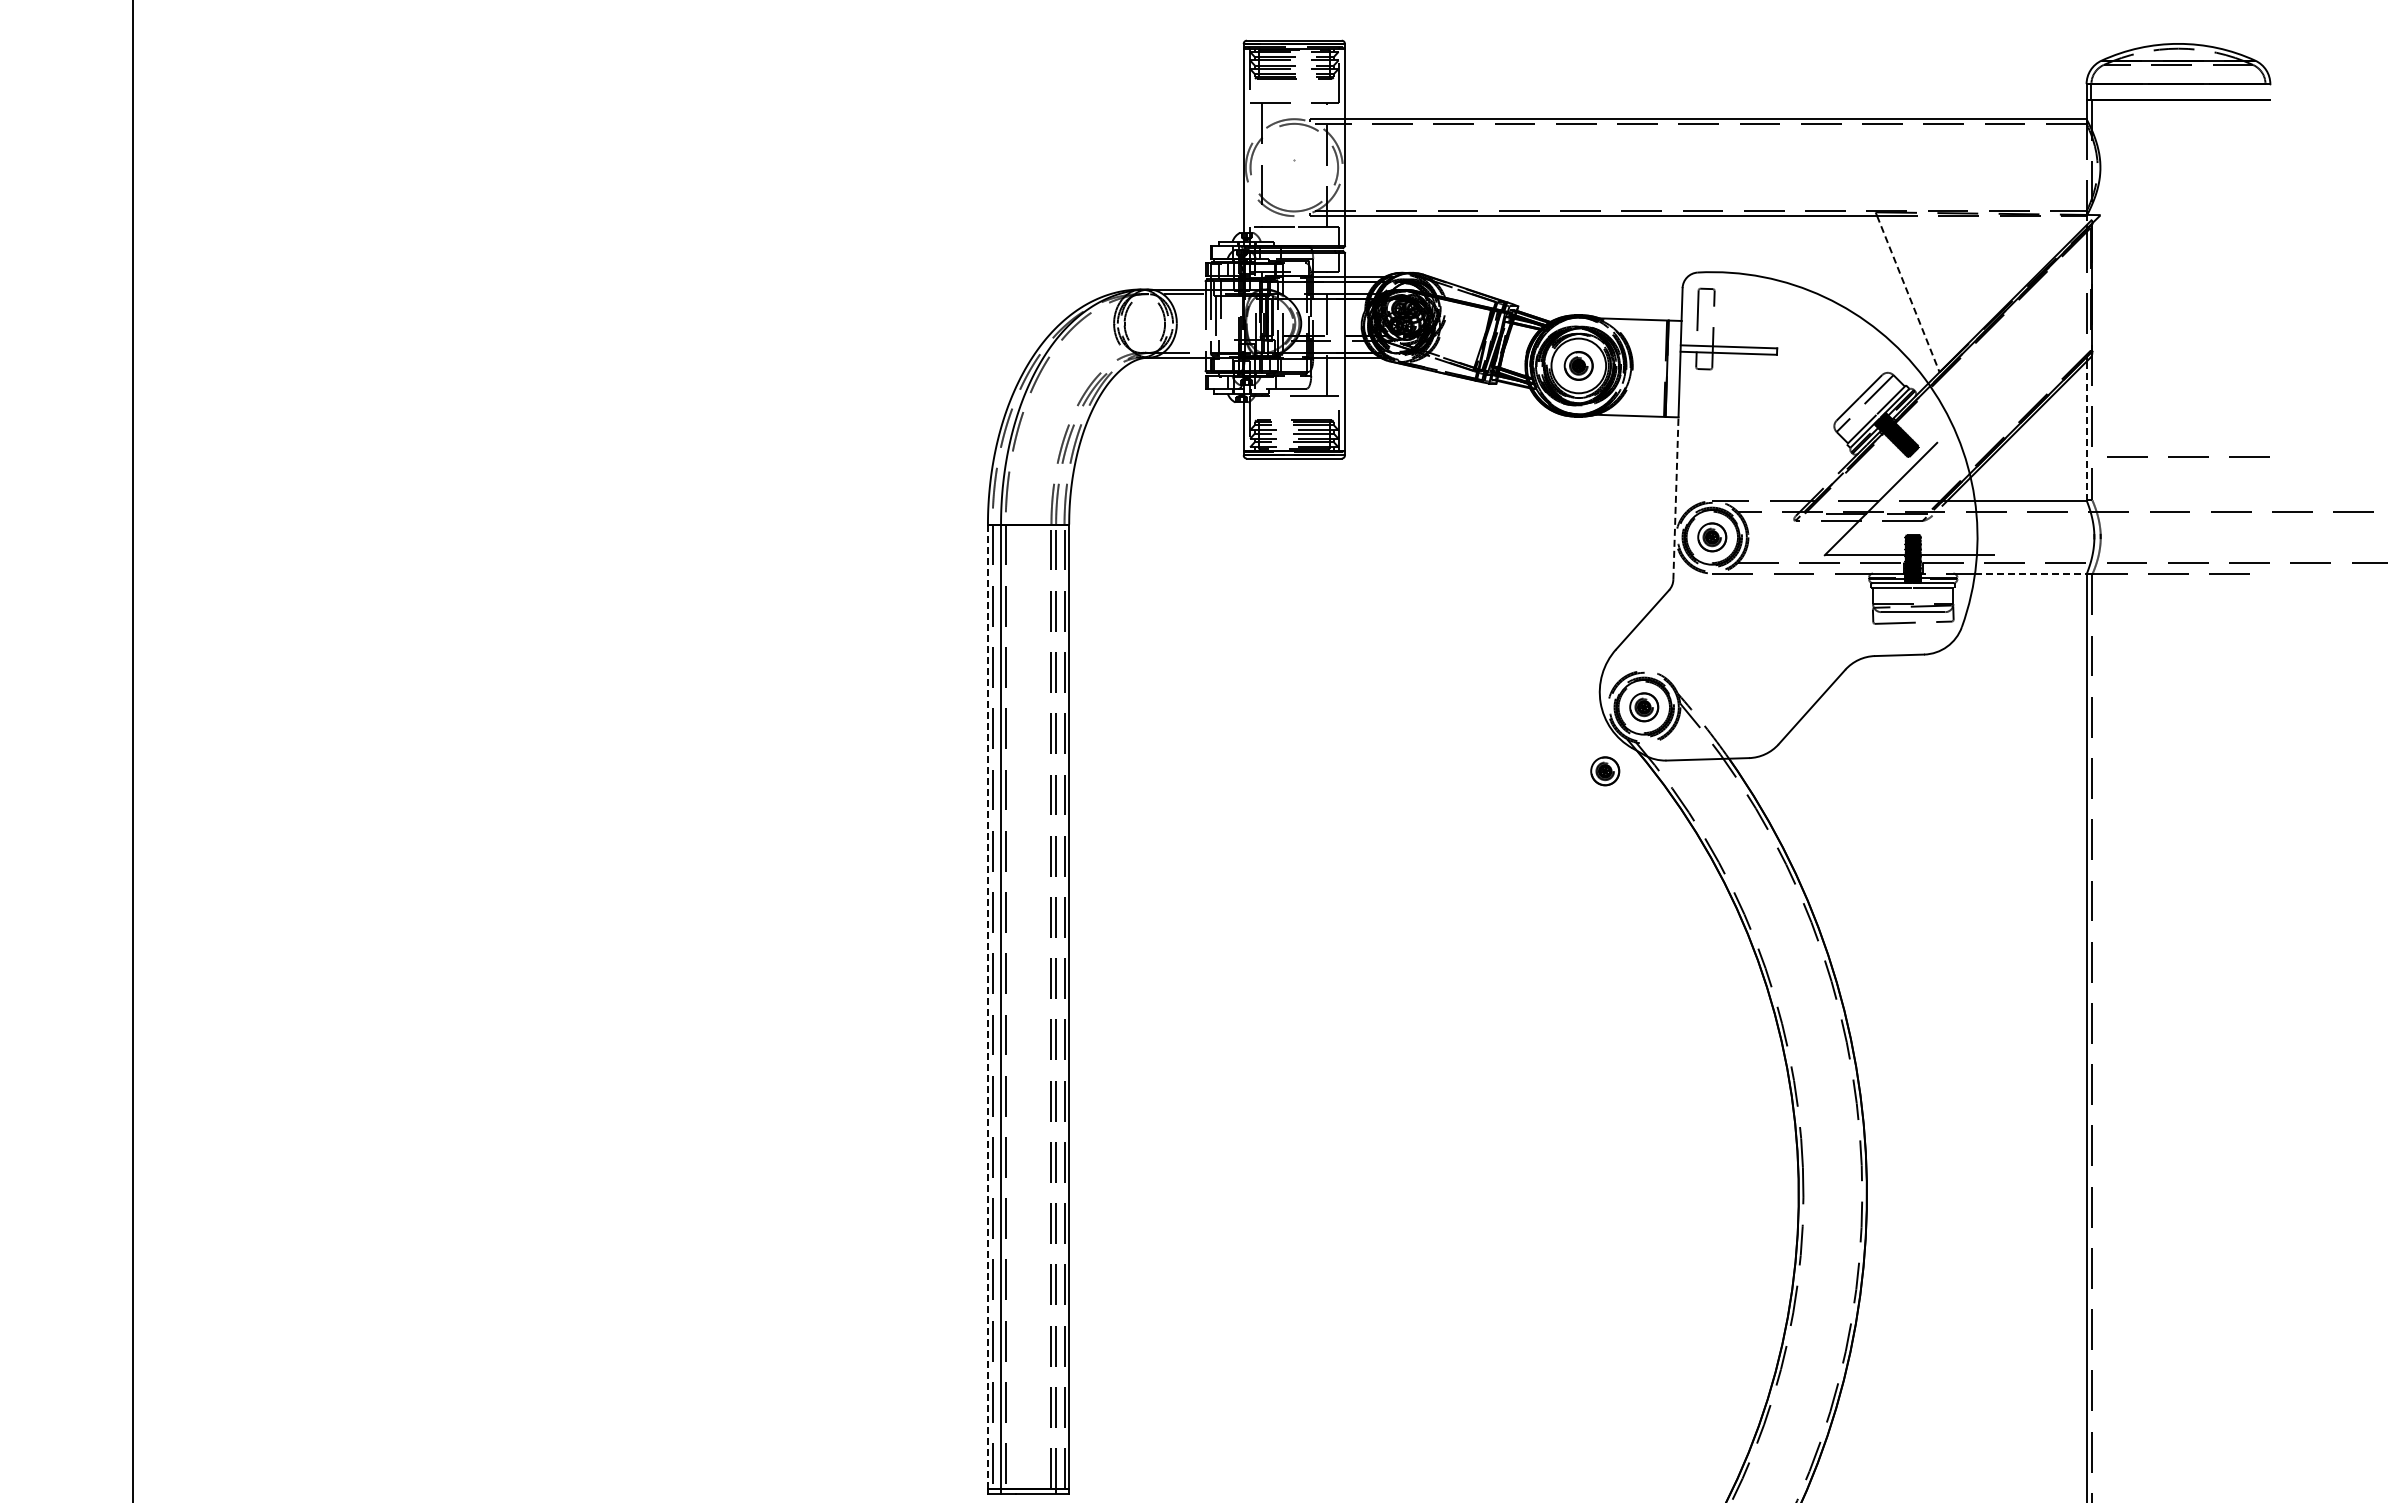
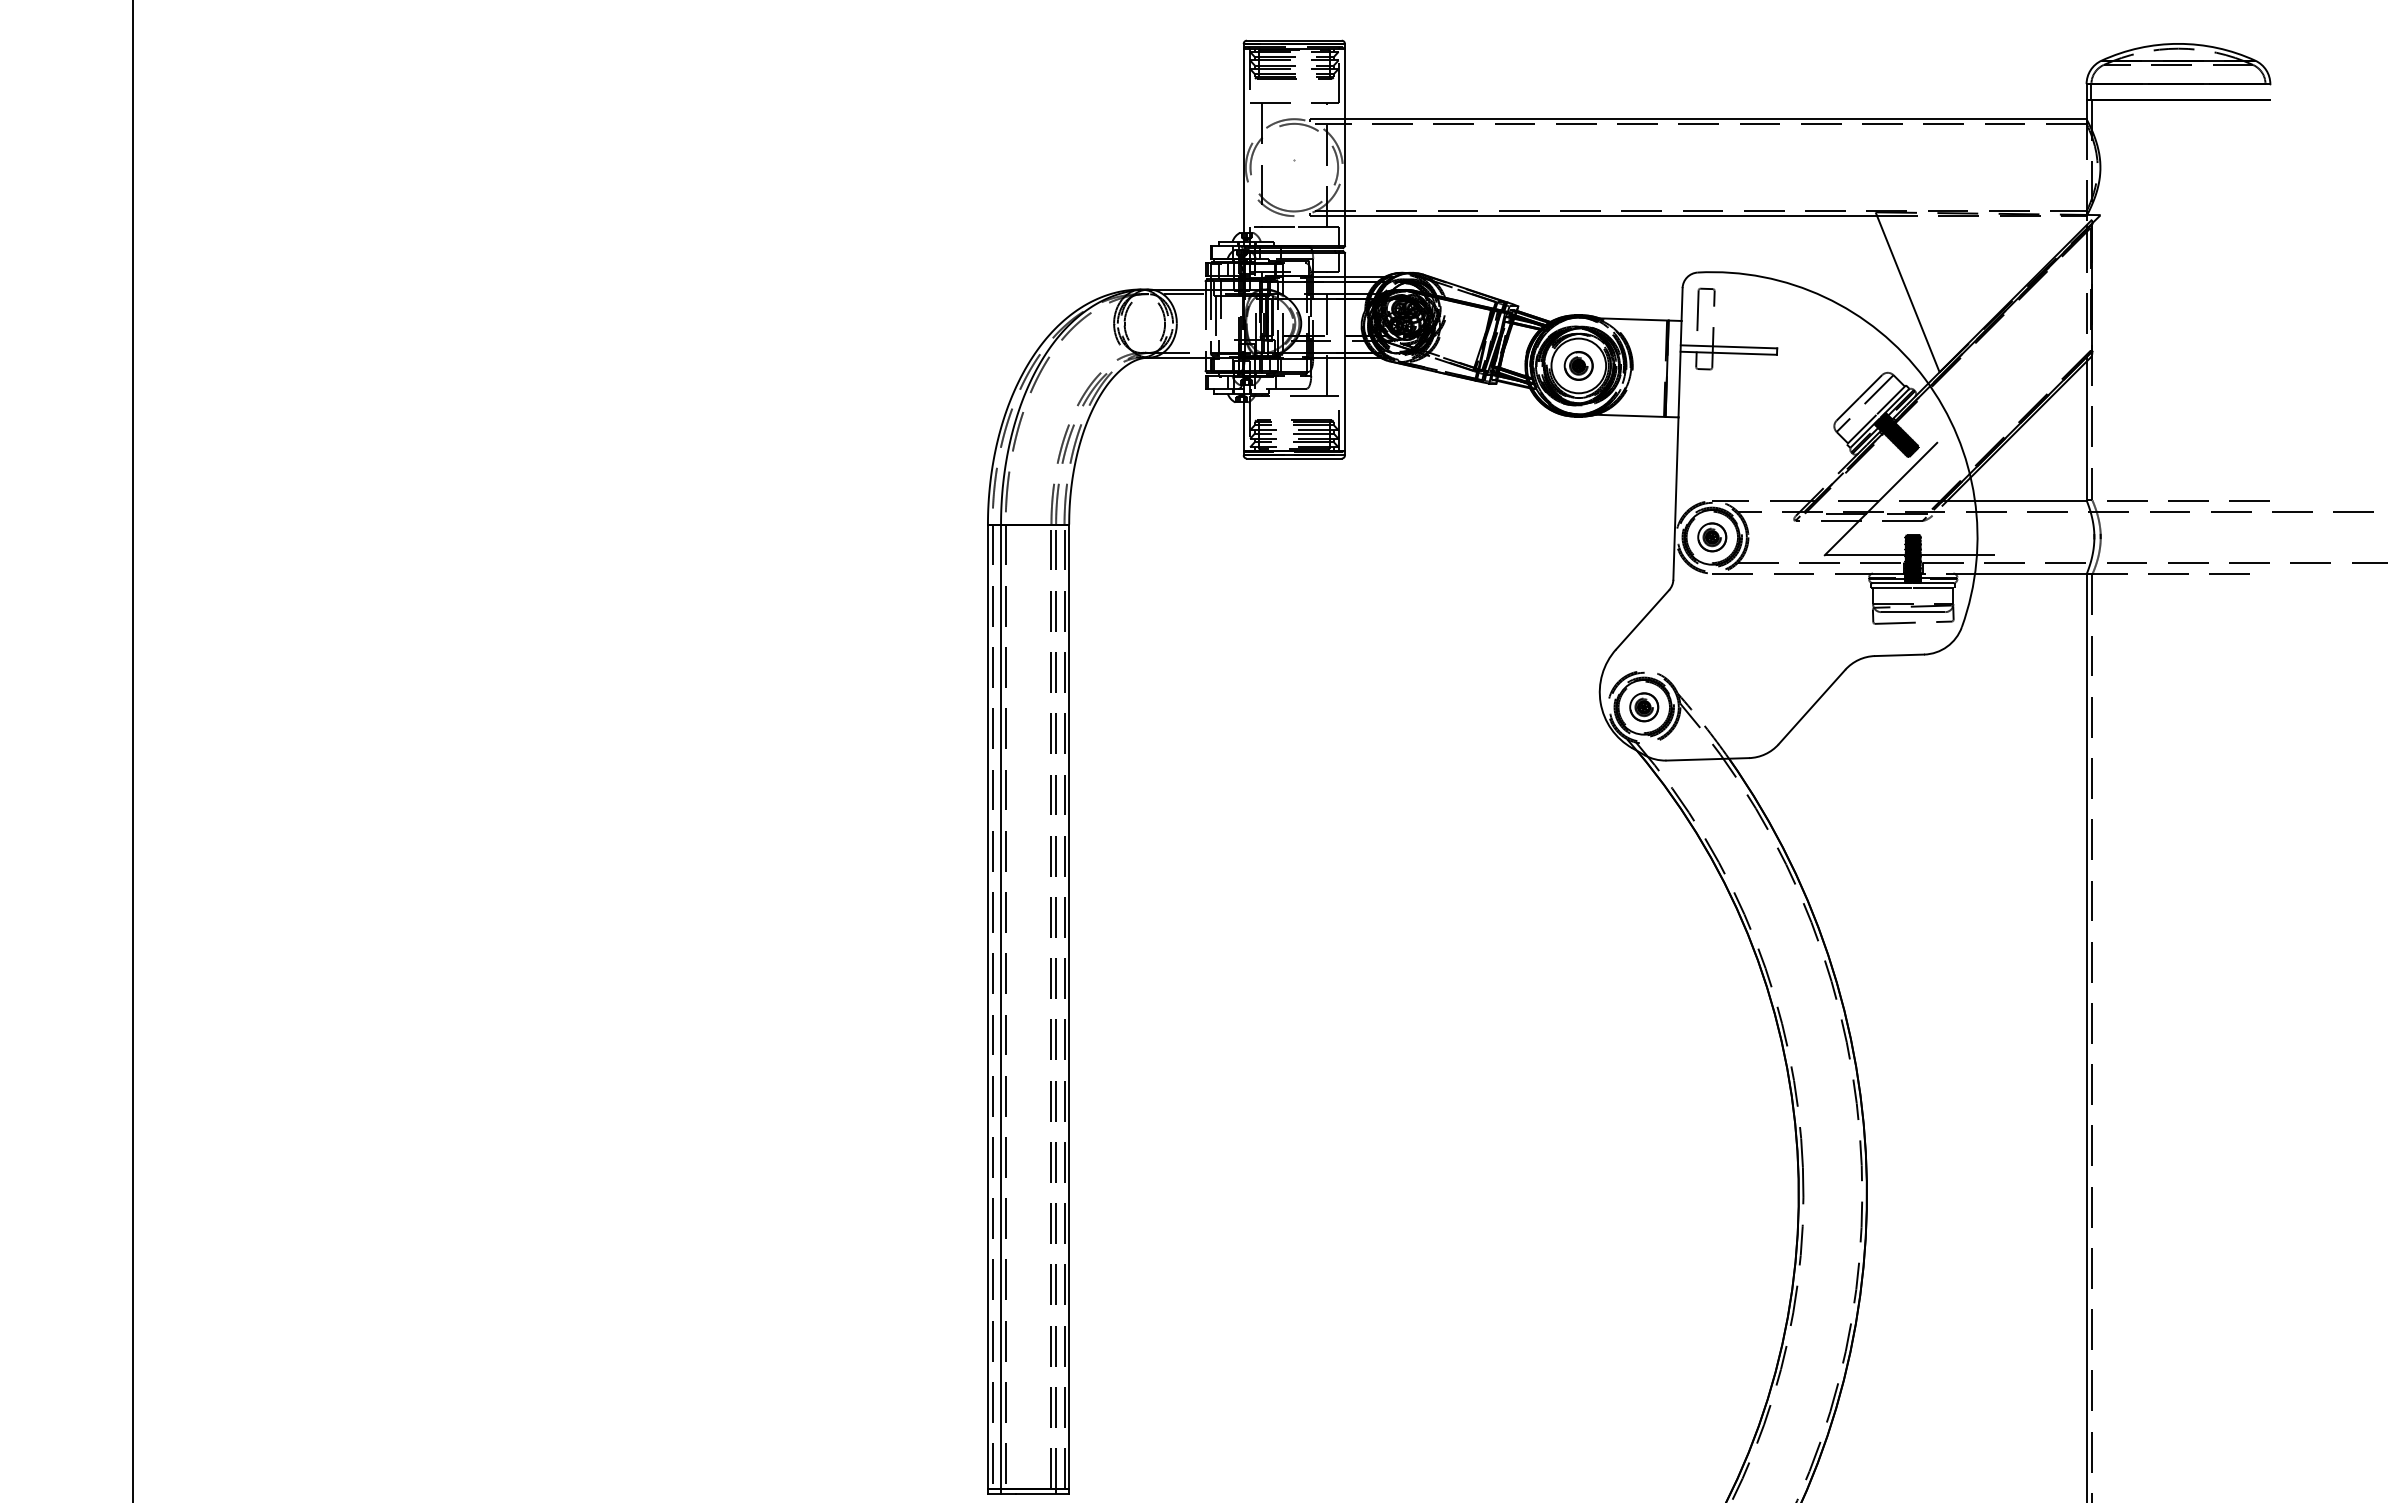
line at (1908, 294): dashed -> solid
line at (2086, 431): dashed -> solid
line at (2188, 456) position: (2188, 456) -> (2188, 500)
line at (1675, 498): dashed -> solid
line at (2030, 573): dashed -> solid
part at (1605, 771): present -> none
line at (987, 1007): dashed -> solid
